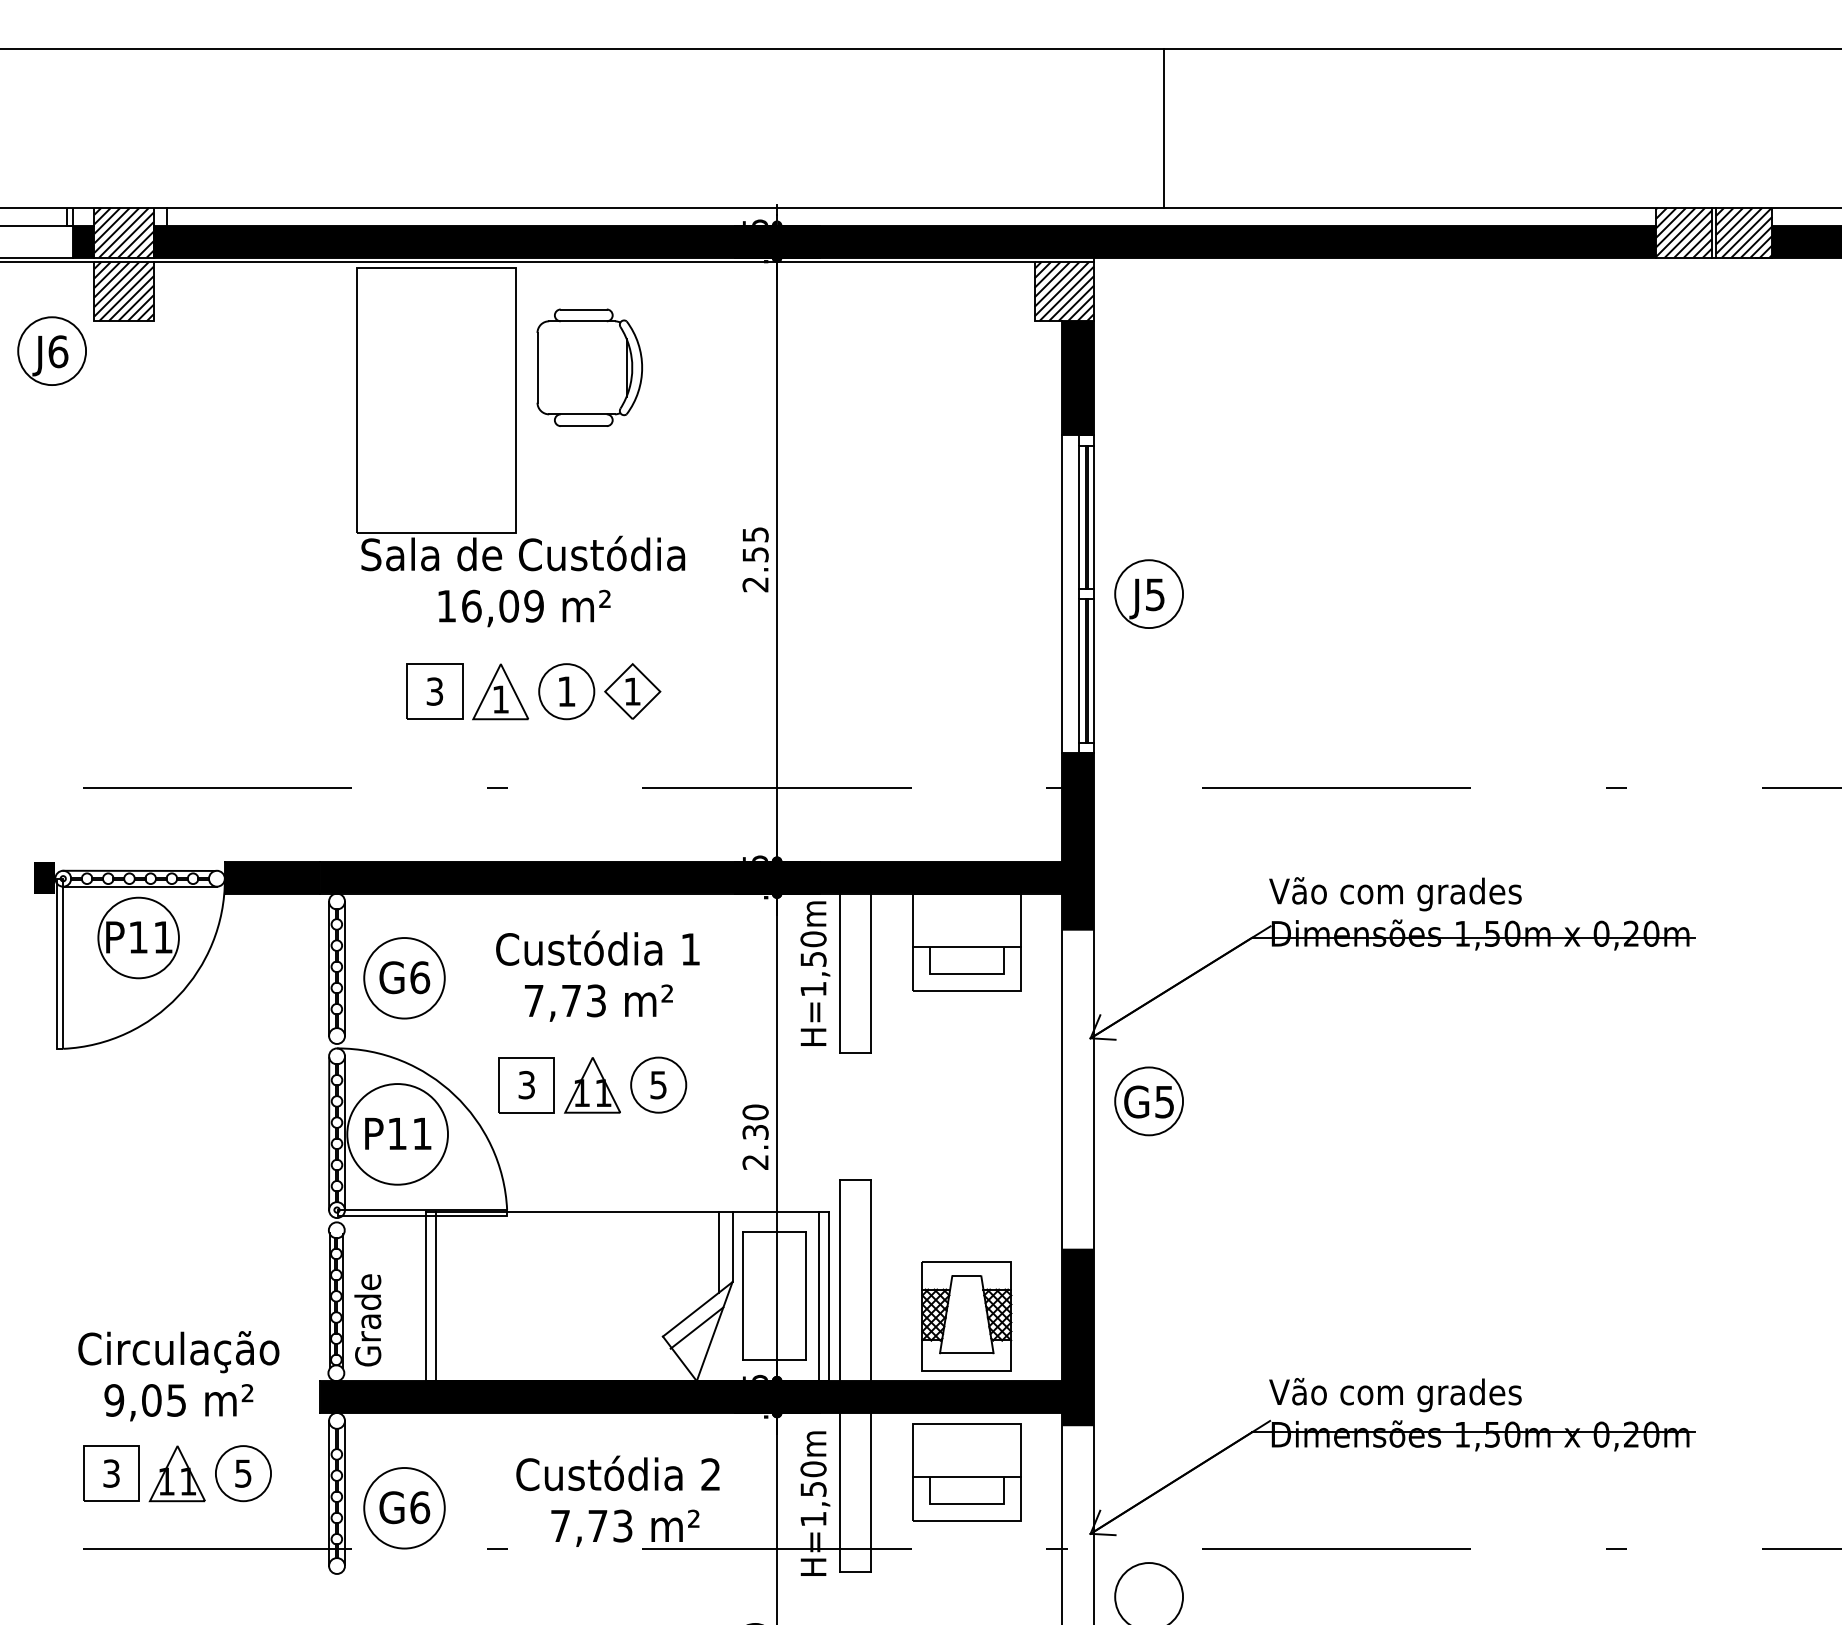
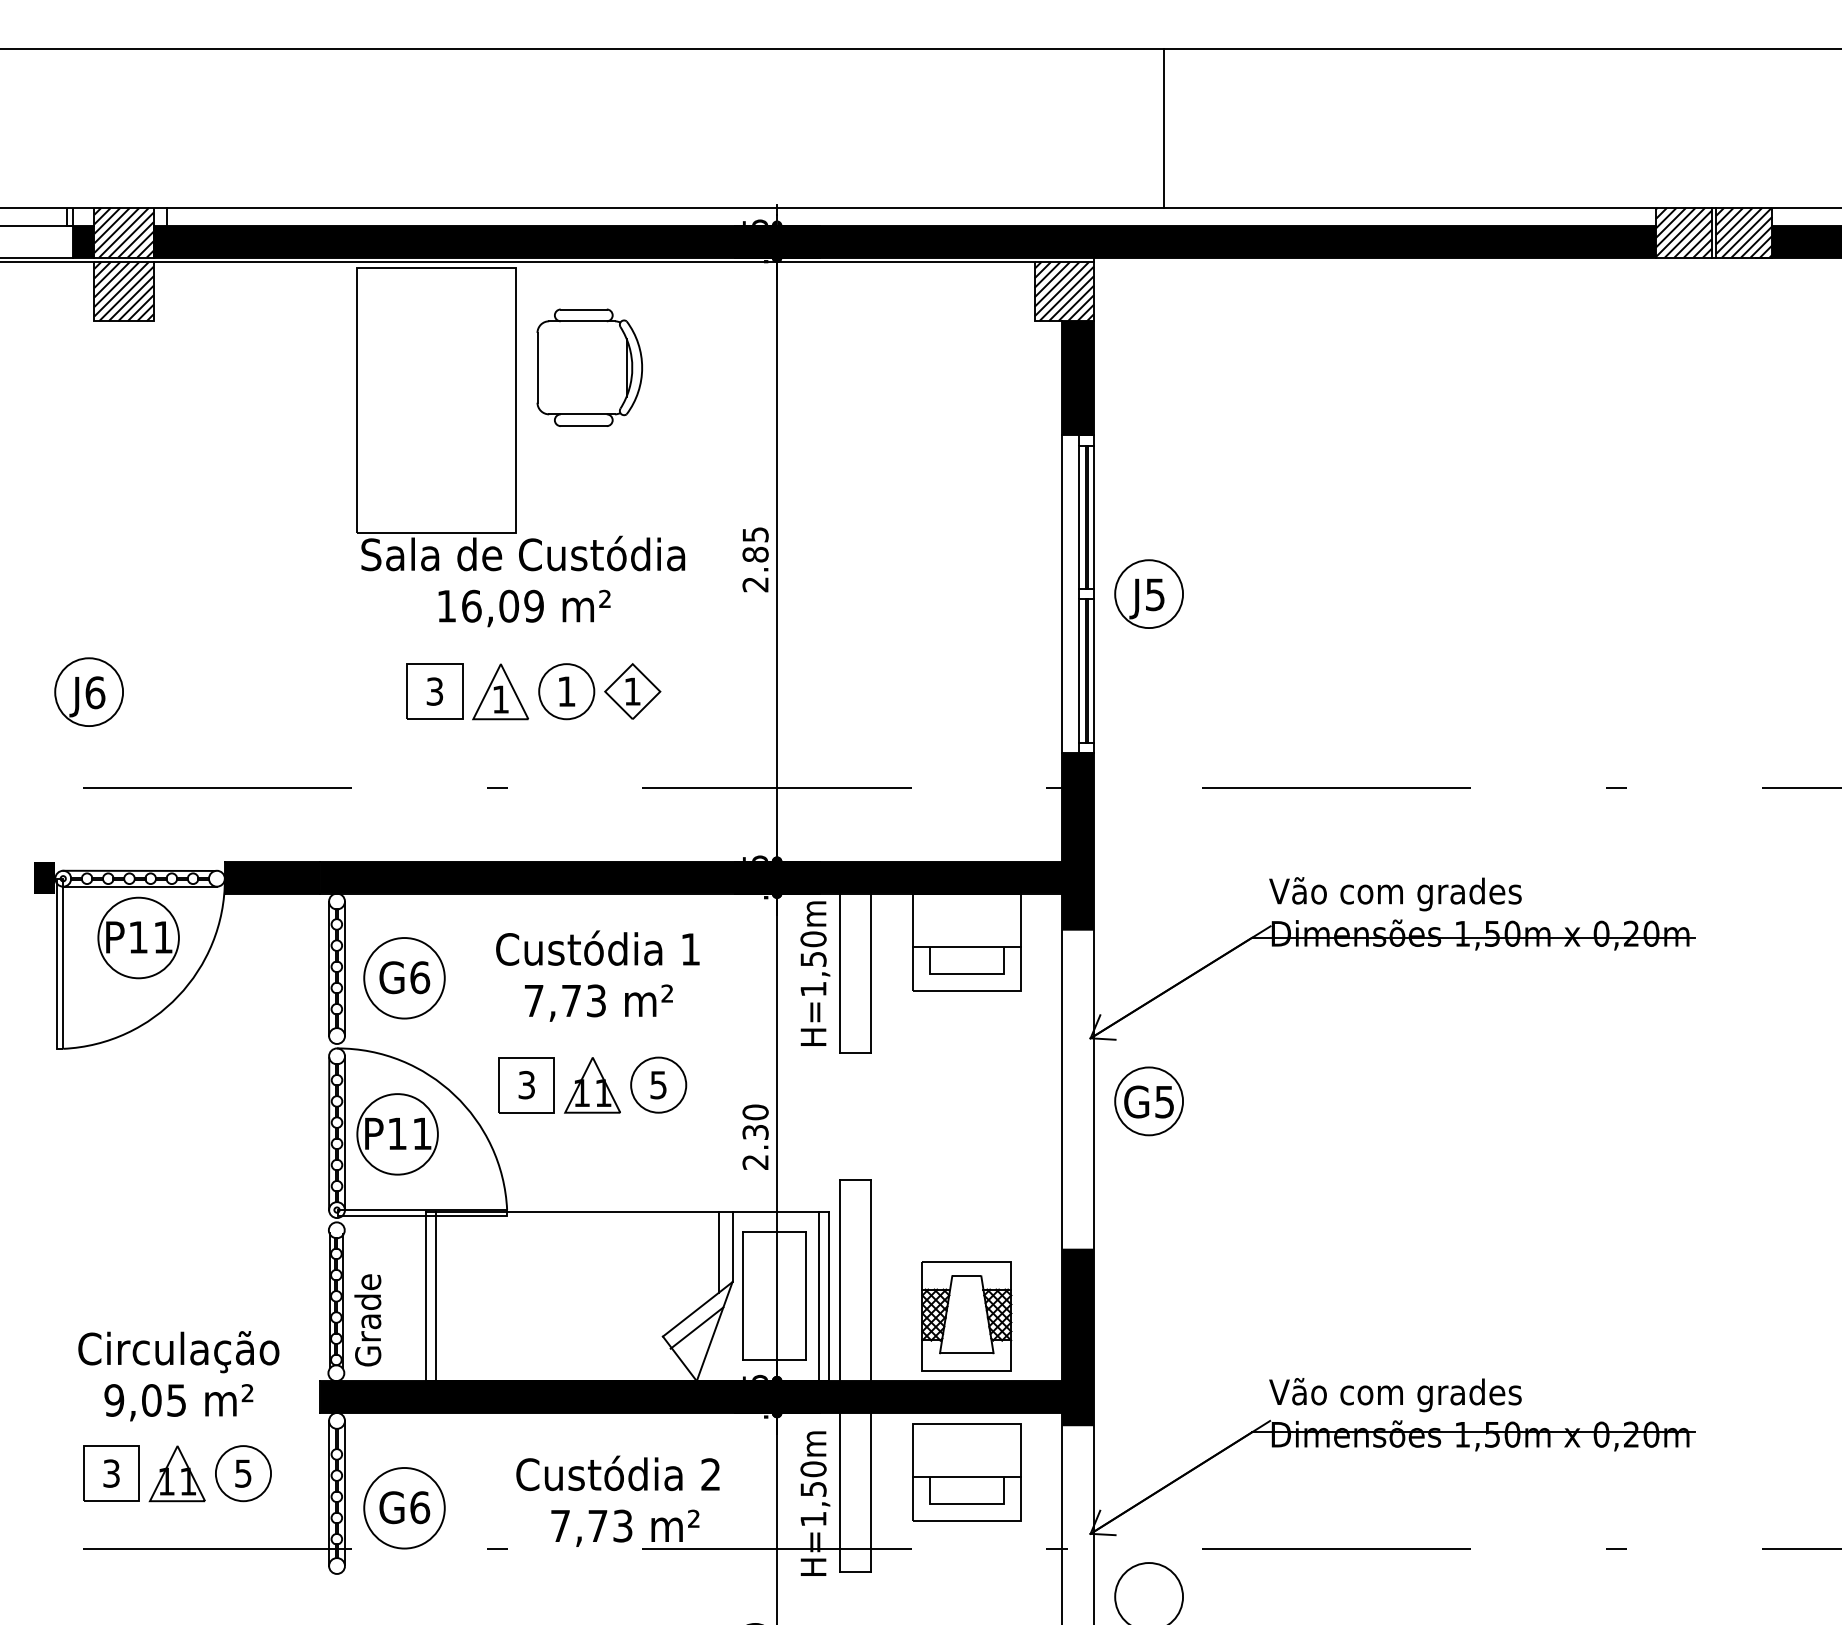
part at (51, 350) position: (51, 350) -> (88, 691)
text at (755, 554): 2.55 -> 2.85
circle at (397, 1134) diameter: 101 px -> 81 px
